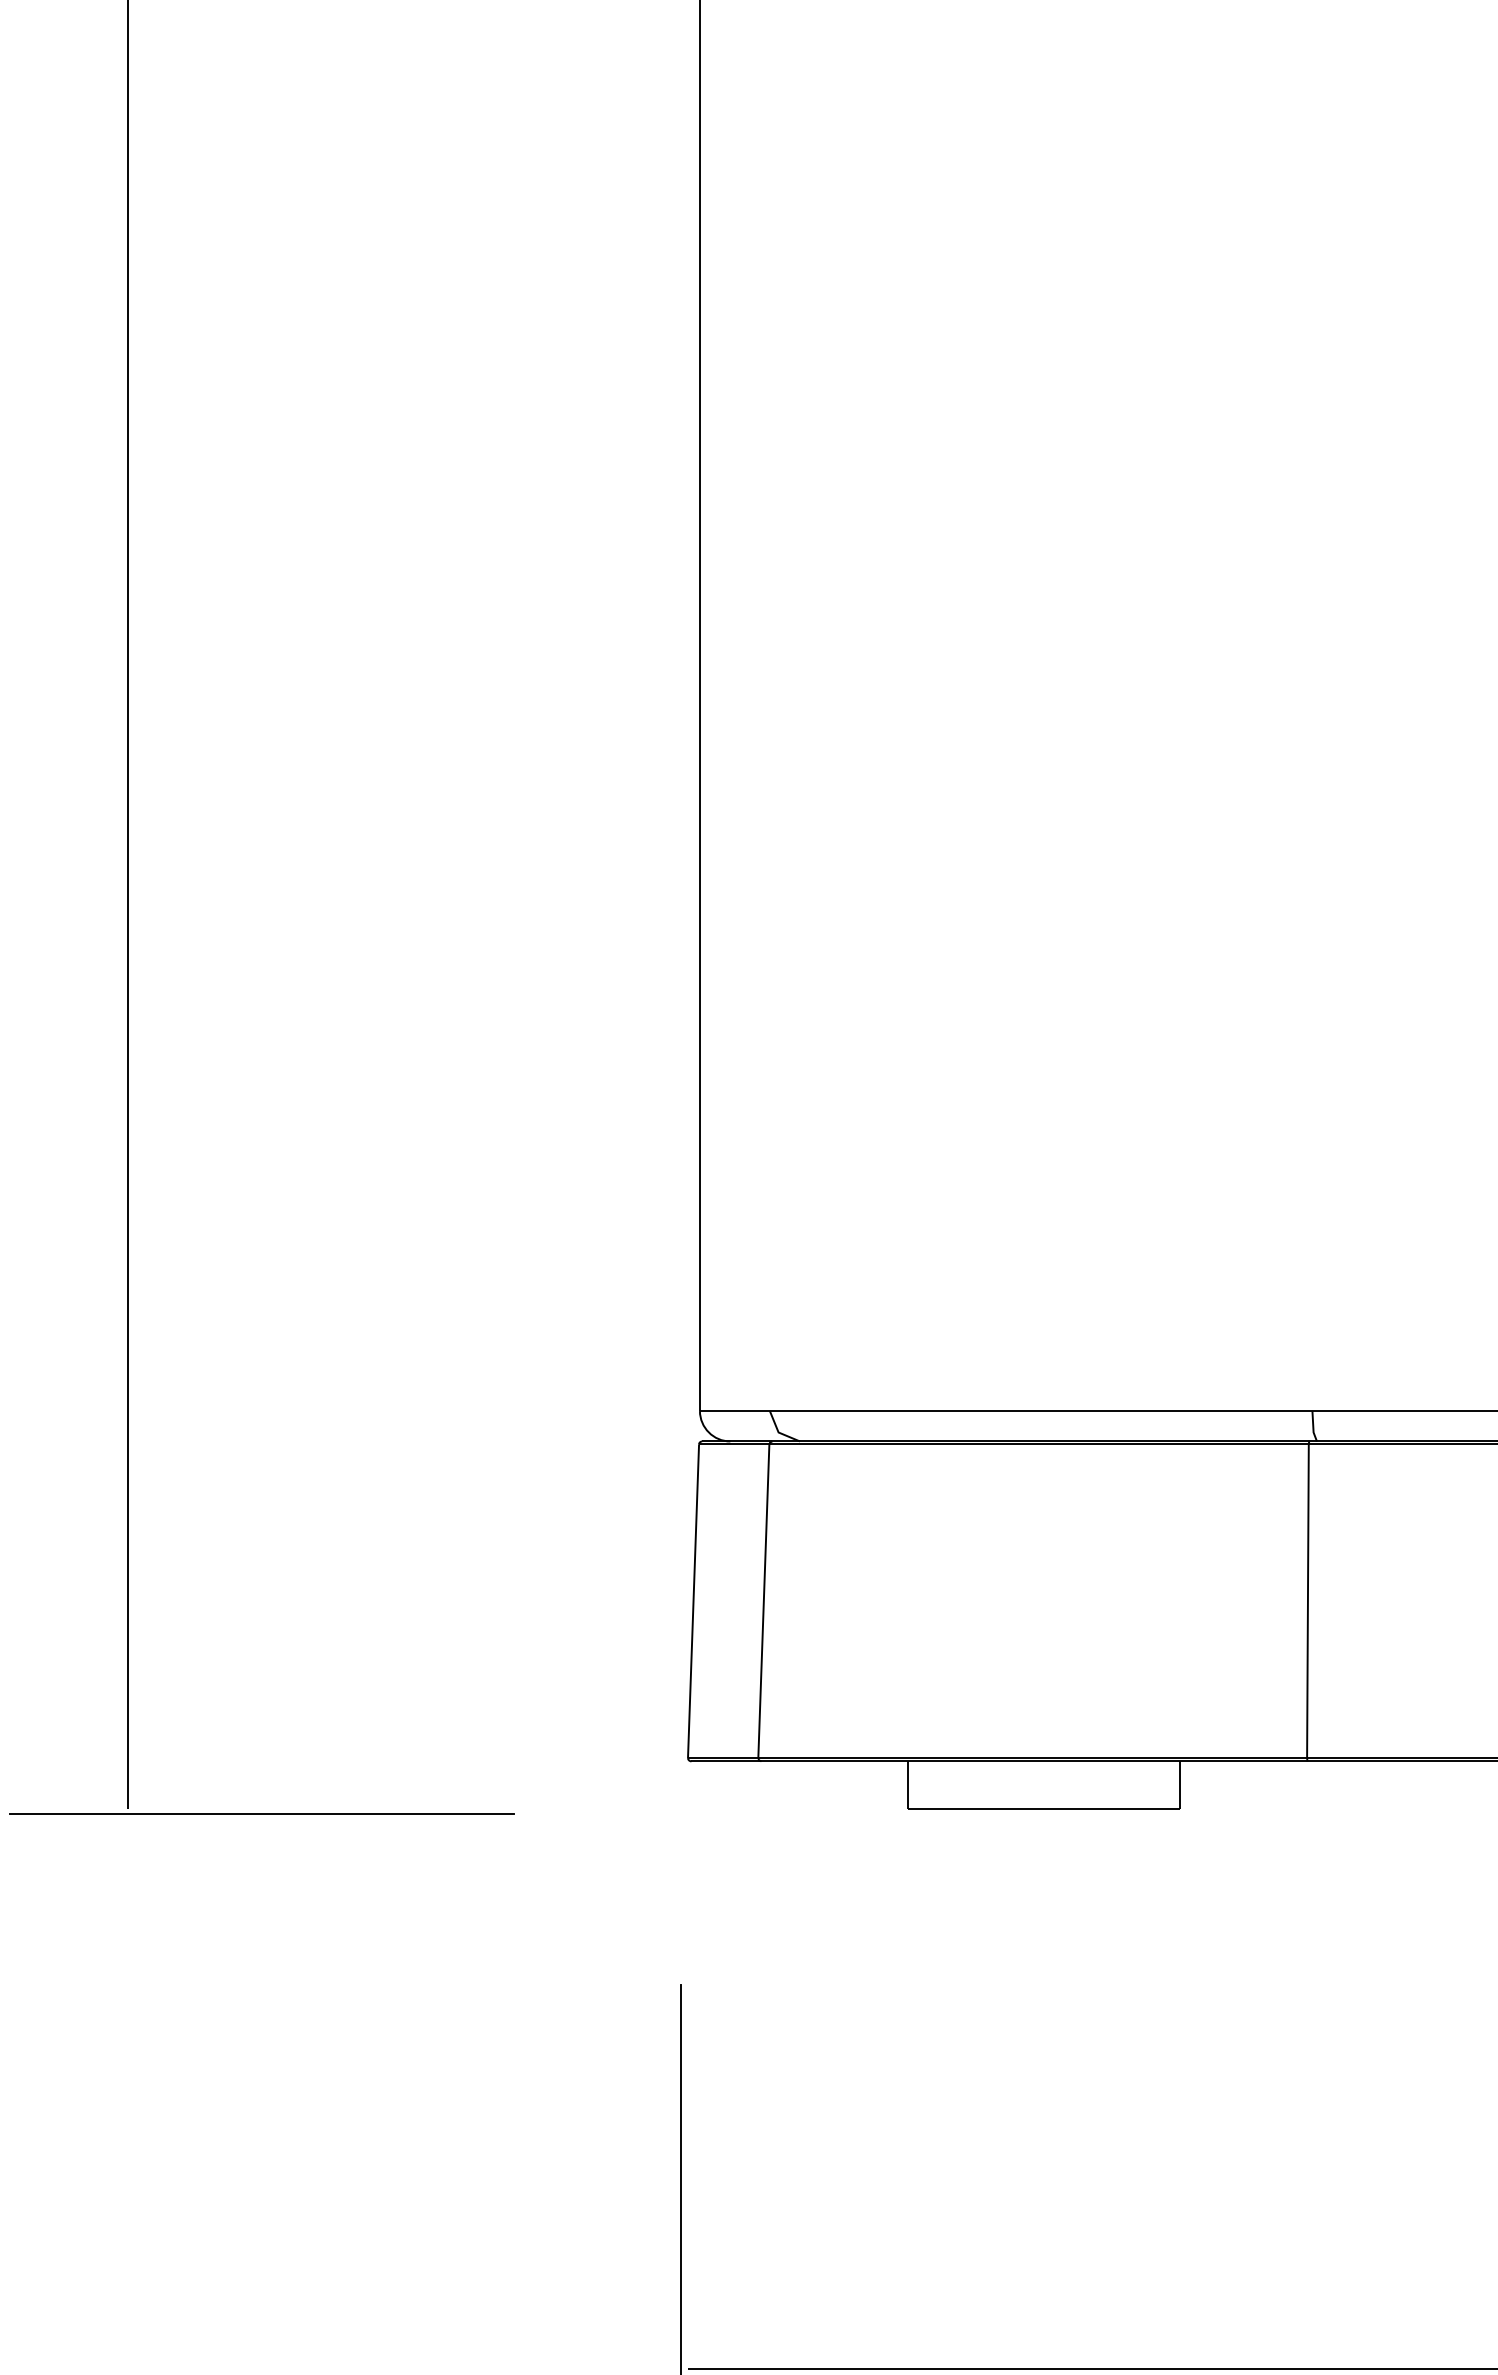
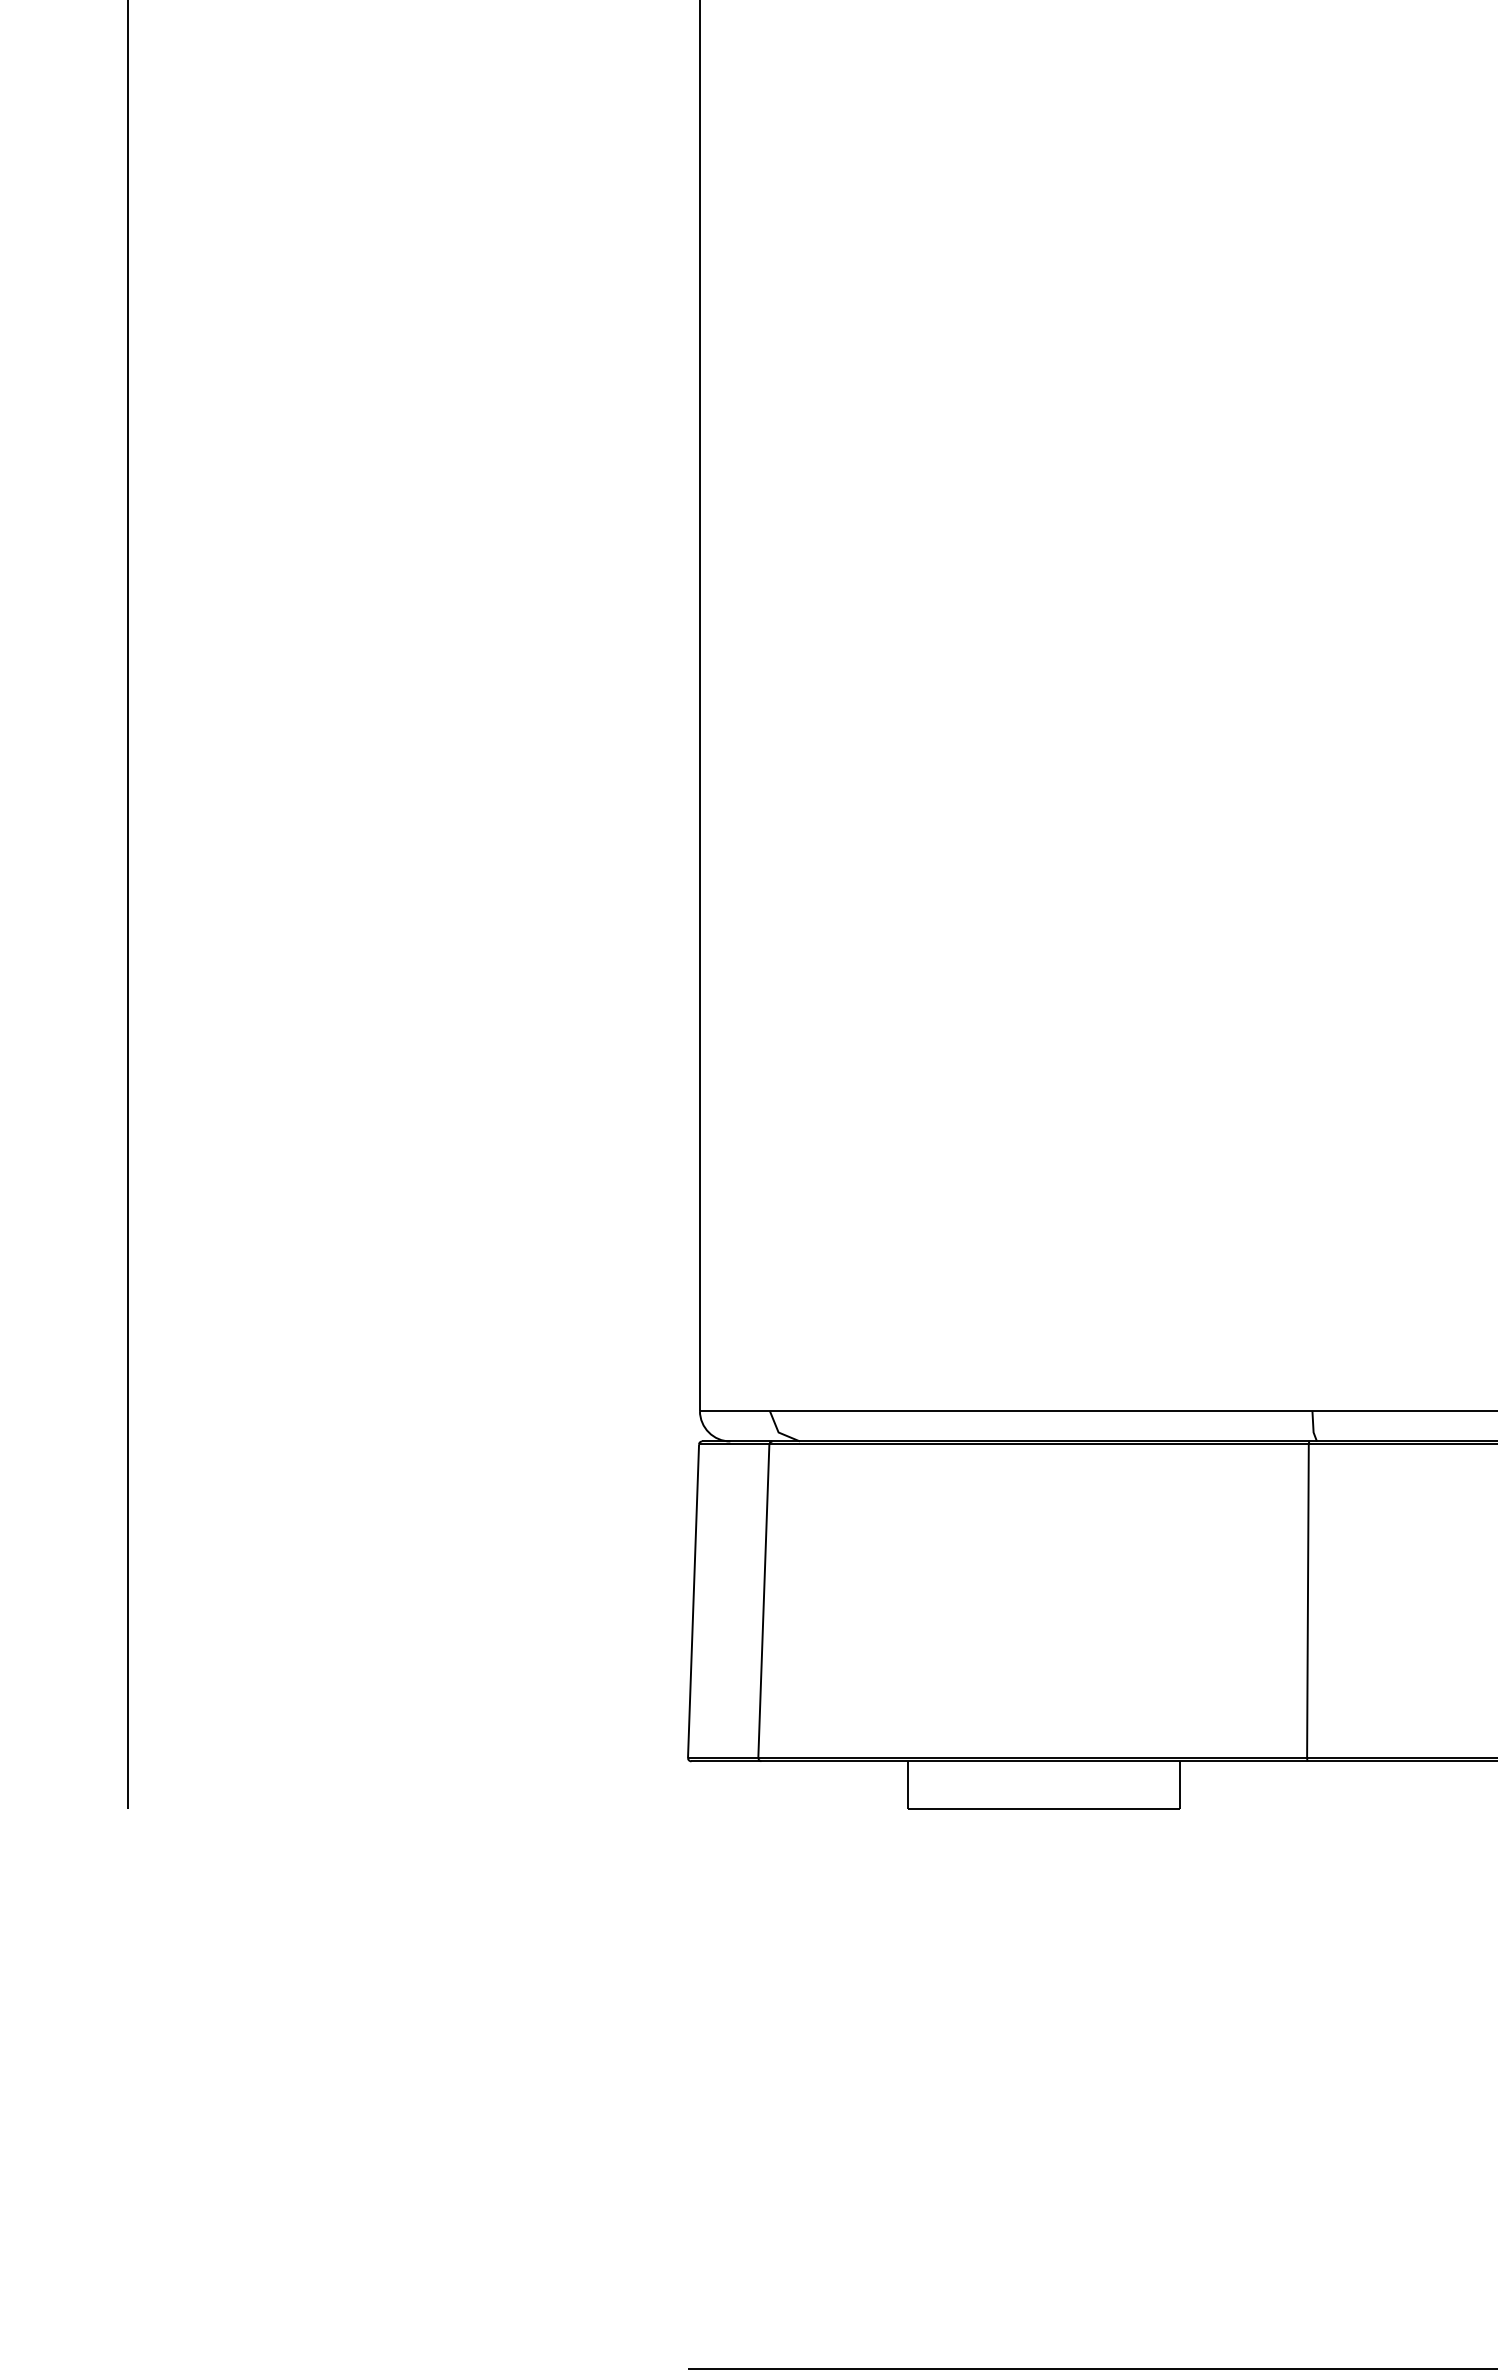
line at (262, 1814): present -> none
line at (681, 2177): present -> none
